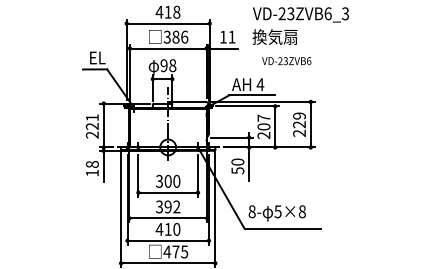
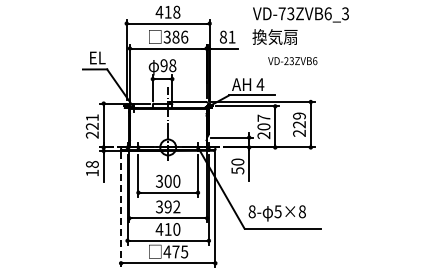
text at (281, 13): VD-23ZVB6_3 -> VD-73ZVB6_3
text at (222, 36): 11 -> 81
text at (286, 61) position: (286, 61) -> (292, 61)
line at (121, 209): solid -> dashed
